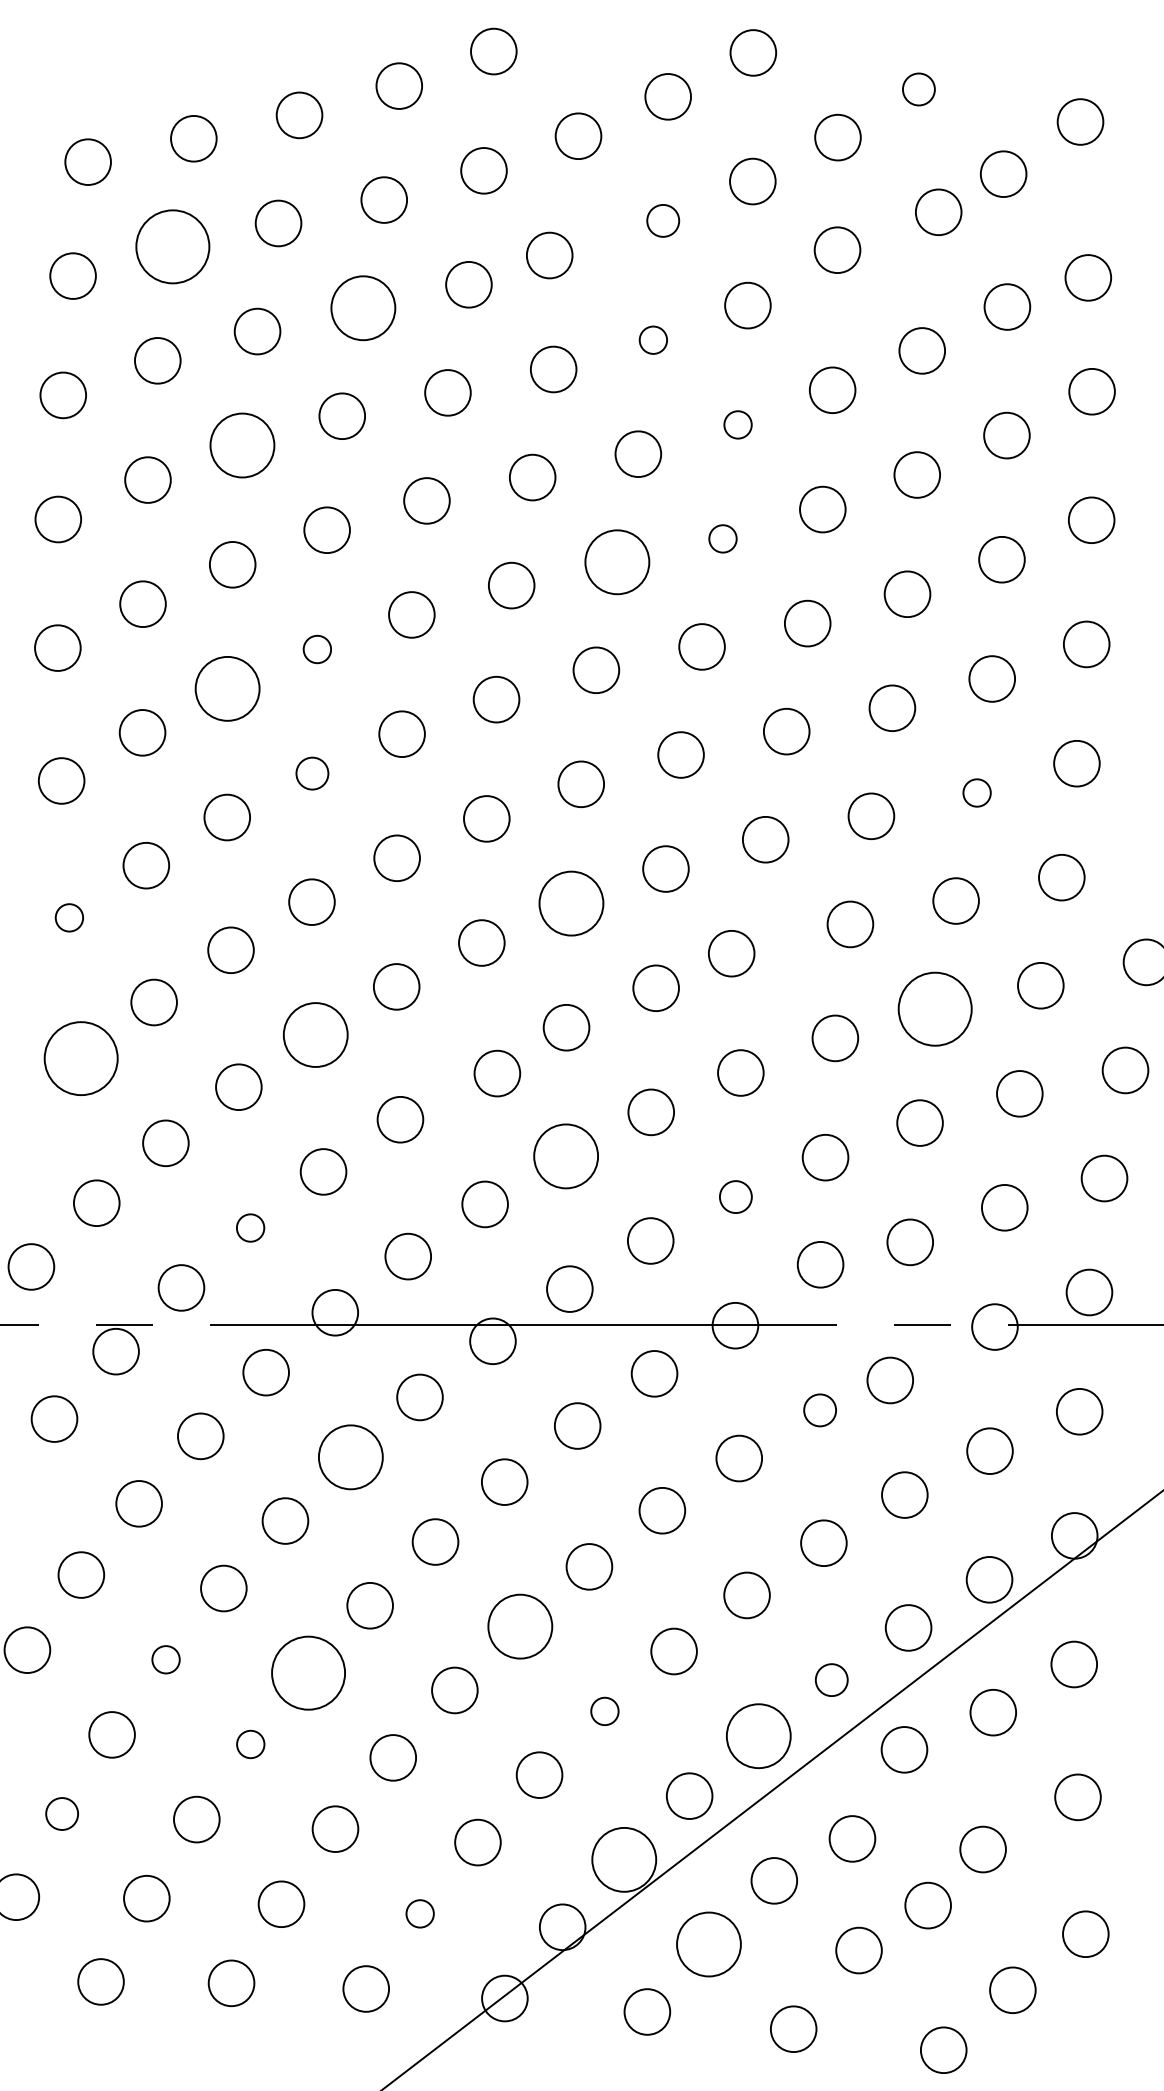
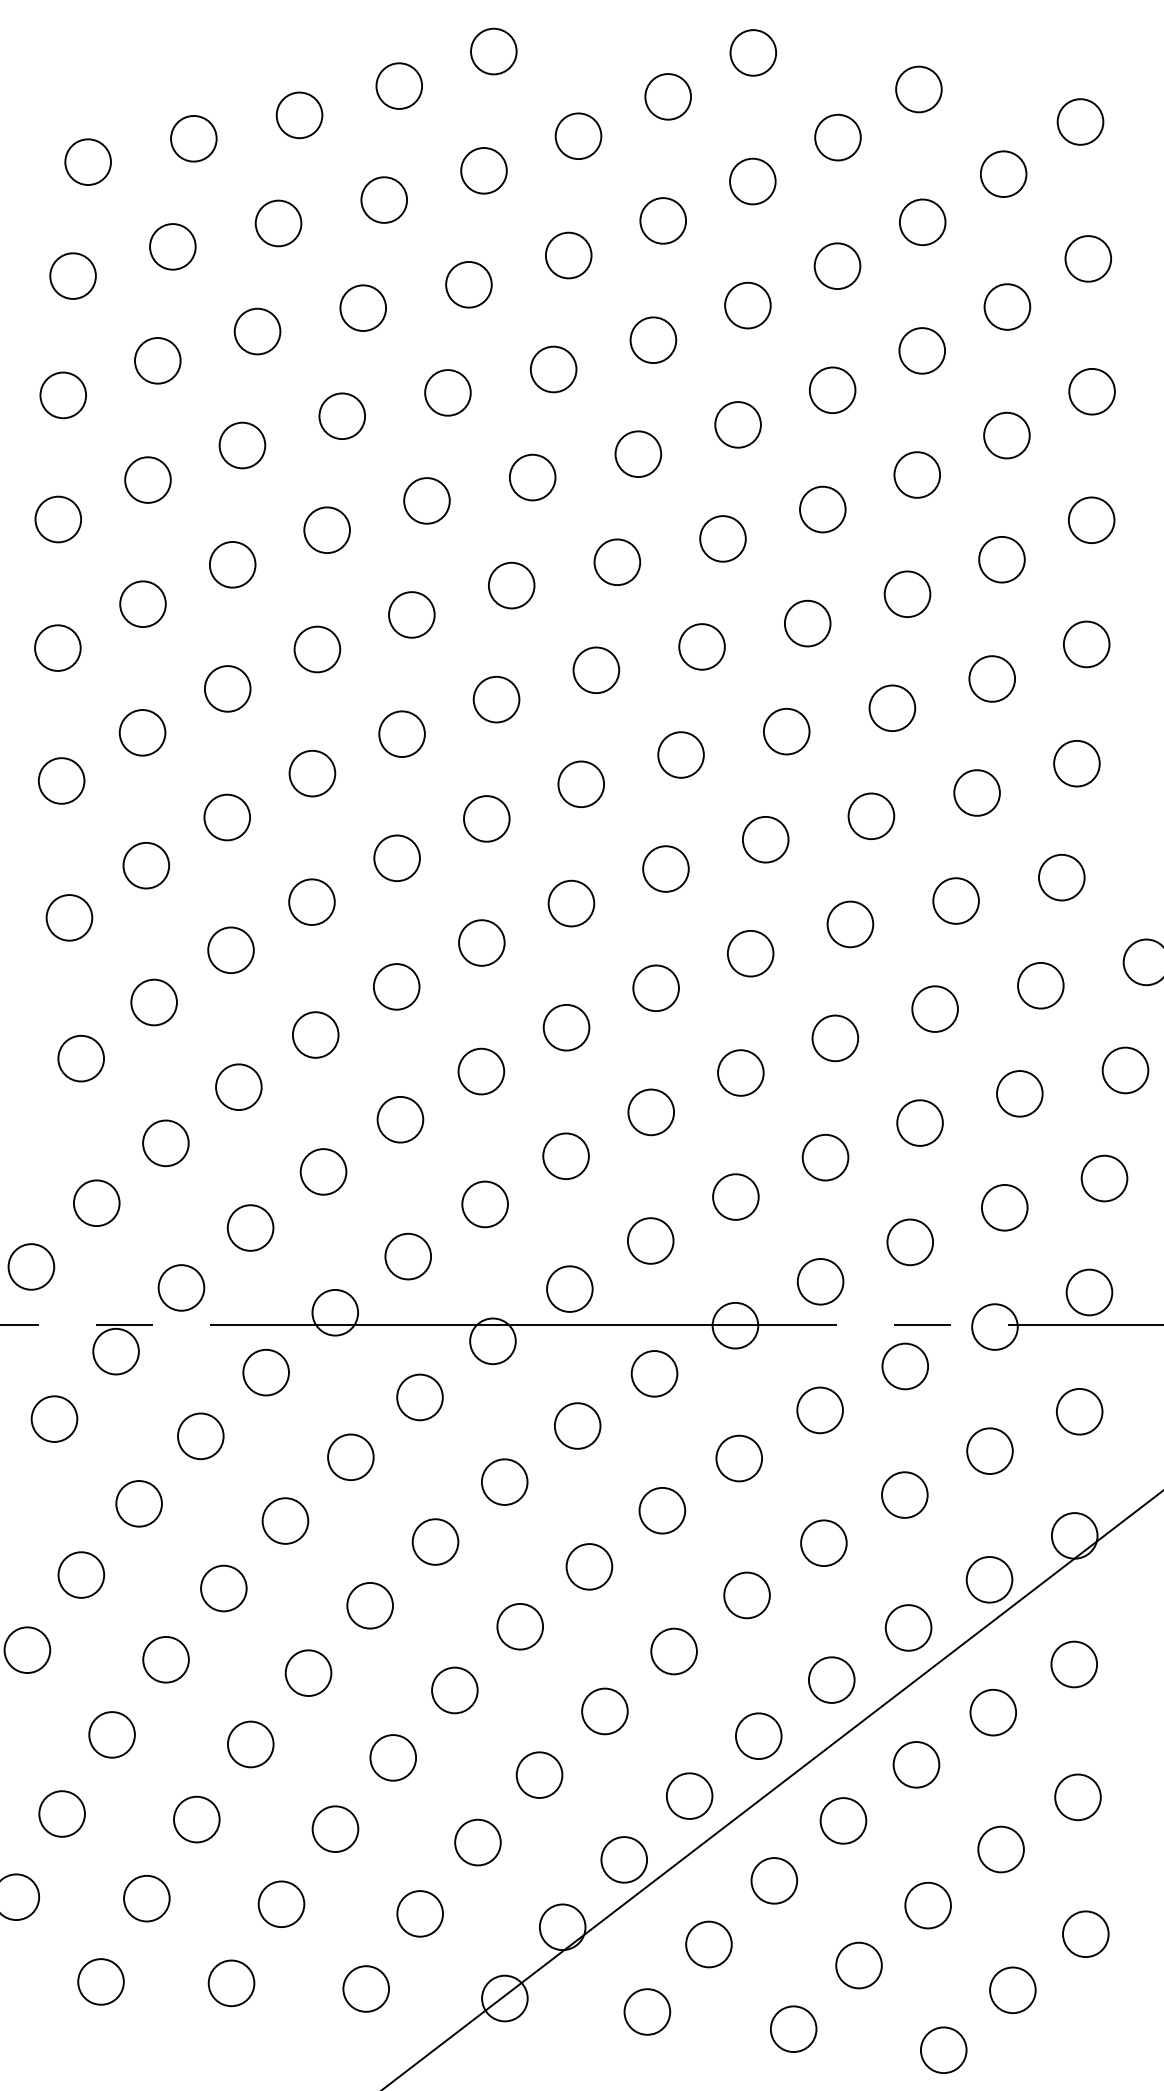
circle at (918, 89) diameter: 32 px -> 46 px
circle at (938, 211) position: (938, 211) -> (922, 221)
circle at (663, 220) diameter: 32 px -> 46 px
circle at (172, 246) diameter: 73 px -> 46 px
circle at (837, 249) position: (837, 249) -> (837, 265)
circle at (549, 255) position: (549, 255) -> (568, 255)
circle at (1087, 277) position: (1087, 277) -> (1087, 258)
circle at (363, 308) size: 67x67 px -> 48x48 px
circle at (653, 339) diameter: 27 px -> 46 px
circle at (737, 424) size: 30x30 px -> 48x48 px
circle at (242, 445) diameter: 64 px -> 46 px
circle at (722, 538) diameter: 27 px -> 46 px
circle at (617, 562) diameter: 64 px -> 46 px
circle at (317, 649) diameter: 27 px -> 46 px
circle at (227, 688) size: 67x66 px -> 48x48 px
circle at (312, 773) diameter: 32 px -> 46 px
circle at (976, 792) diameter: 27 px -> 46 px
circle at (571, 903) diameter: 64 px -> 46 px
circle at (69, 917) diameter: 27 px -> 46 px
circle at (731, 953) position: (731, 953) -> (750, 953)
circle at (934, 1008) size: 76x76 px -> 48x48 px
circle at (315, 1034) diameter: 64 px -> 46 px
circle at (80, 1058) diameter: 73 px -> 46 px
circle at (497, 1073) position: (497, 1073) -> (481, 1071)
circle at (565, 1156) size: 66x67 px -> 48x48 px
circle at (735, 1197) diameter: 32 px -> 46 px
circle at (250, 1227) diameter: 27 px -> 46 px
circle at (820, 1264) position: (820, 1264) -> (820, 1281)
circle at (889, 1380) position: (889, 1380) -> (904, 1366)
circle at (820, 1410) diameter: 32 px -> 46 px
circle at (350, 1457) diameter: 64 px -> 46 px
circle at (520, 1626) size: 67x67 px -> 48x48 px
circle at (165, 1659) diameter: 27 px -> 46 px
circle at (308, 1672) diameter: 73 px -> 46 px
circle at (831, 1680) diameter: 32 px -> 46 px
circle at (604, 1711) diameter: 27 px -> 46 px
circle at (758, 1736) diameter: 64 px -> 46 px
circle at (250, 1744) diameter: 27 px -> 46 px
circle at (904, 1749) position: (904, 1749) -> (916, 1764)
circle at (62, 1813) diameter: 32 px -> 46 px
circle at (852, 1838) position: (852, 1838) -> (843, 1820)
circle at (982, 1849) position: (982, 1849) -> (1000, 1849)
circle at (624, 1859) diameter: 64 px -> 46 px
circle at (419, 1913) diameter: 27 px -> 46 px
circle at (708, 1944) diameter: 64 px -> 46 px
circle at (858, 1950) position: (858, 1950) -> (858, 1965)
